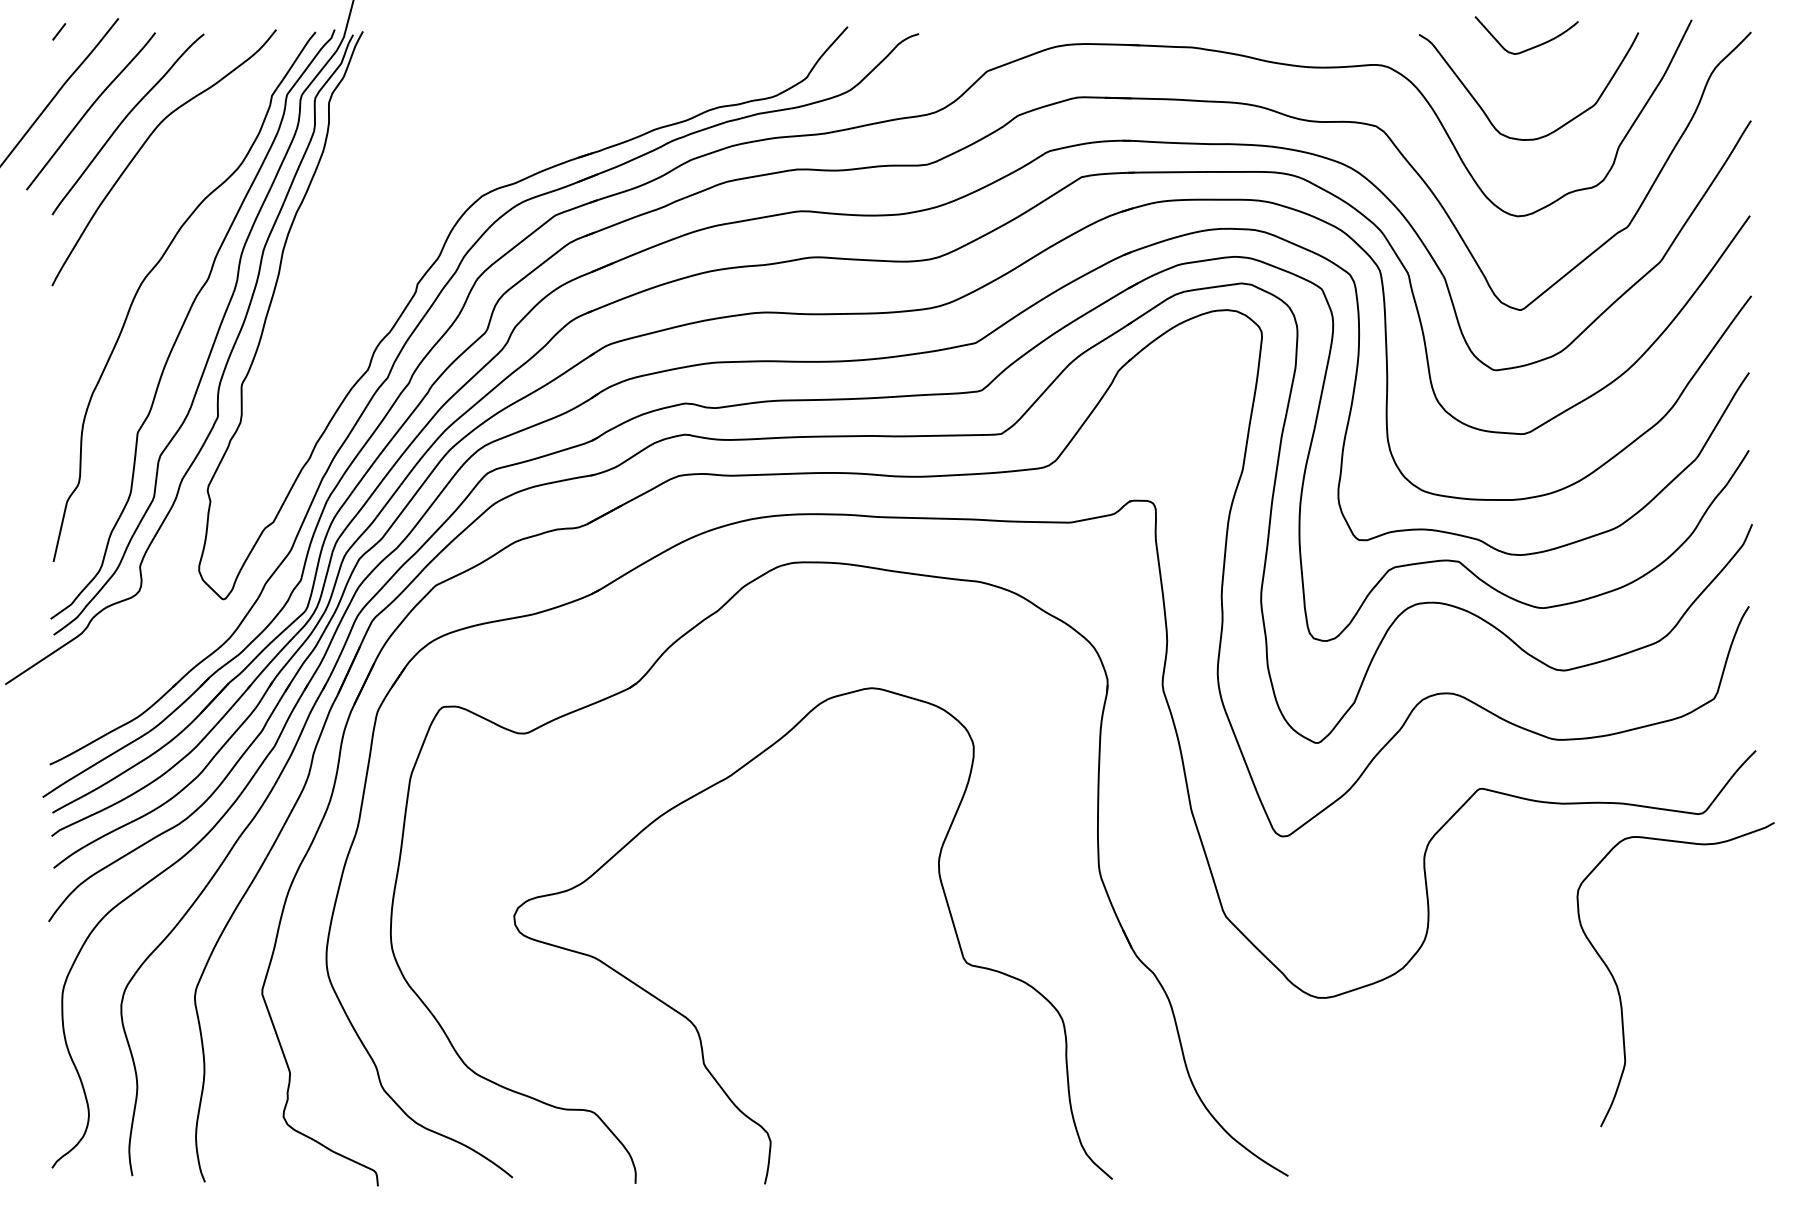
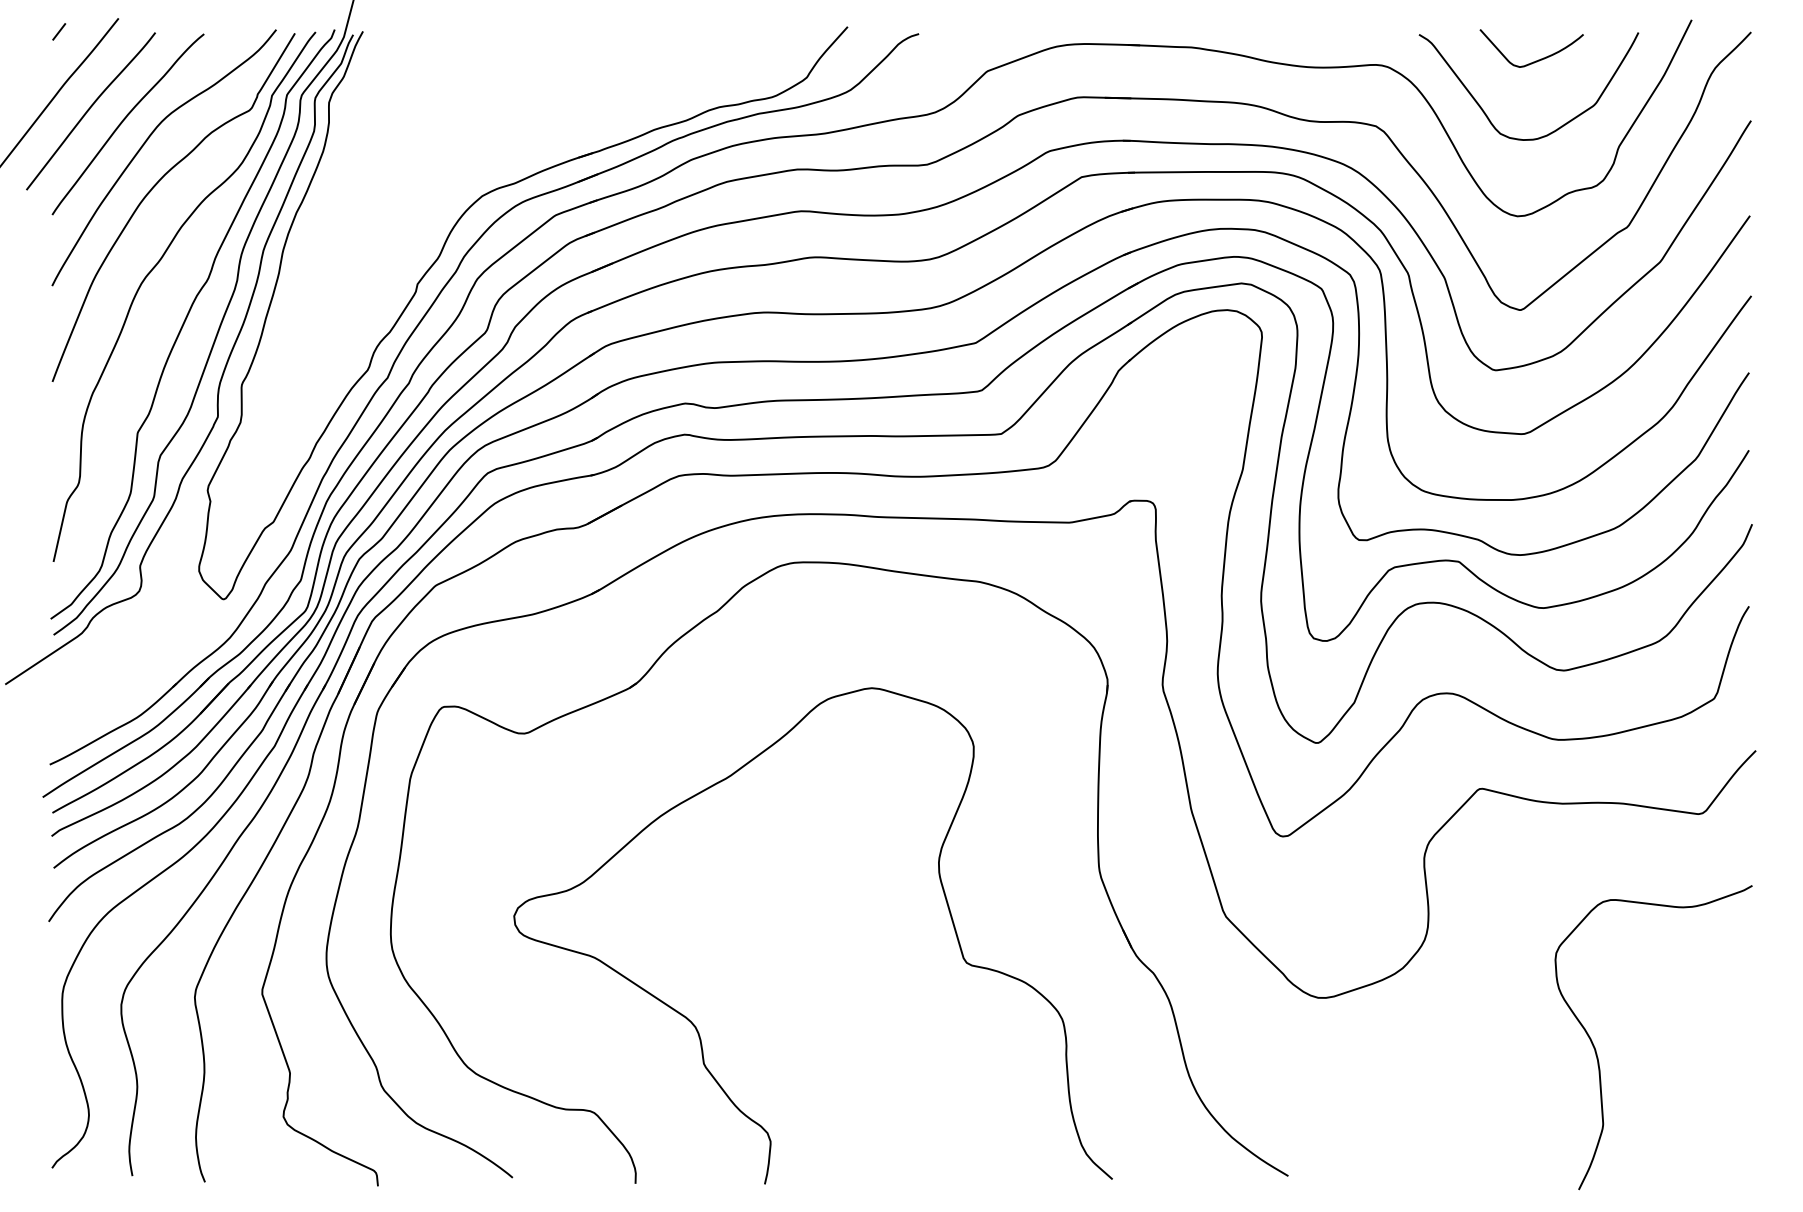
curve at (1530, 47) position: (1530, 47) -> (1535, 60)
curve at (151, 191): none -> present
curve at (1619, 990) position: (1619, 990) -> (1597, 1053)
